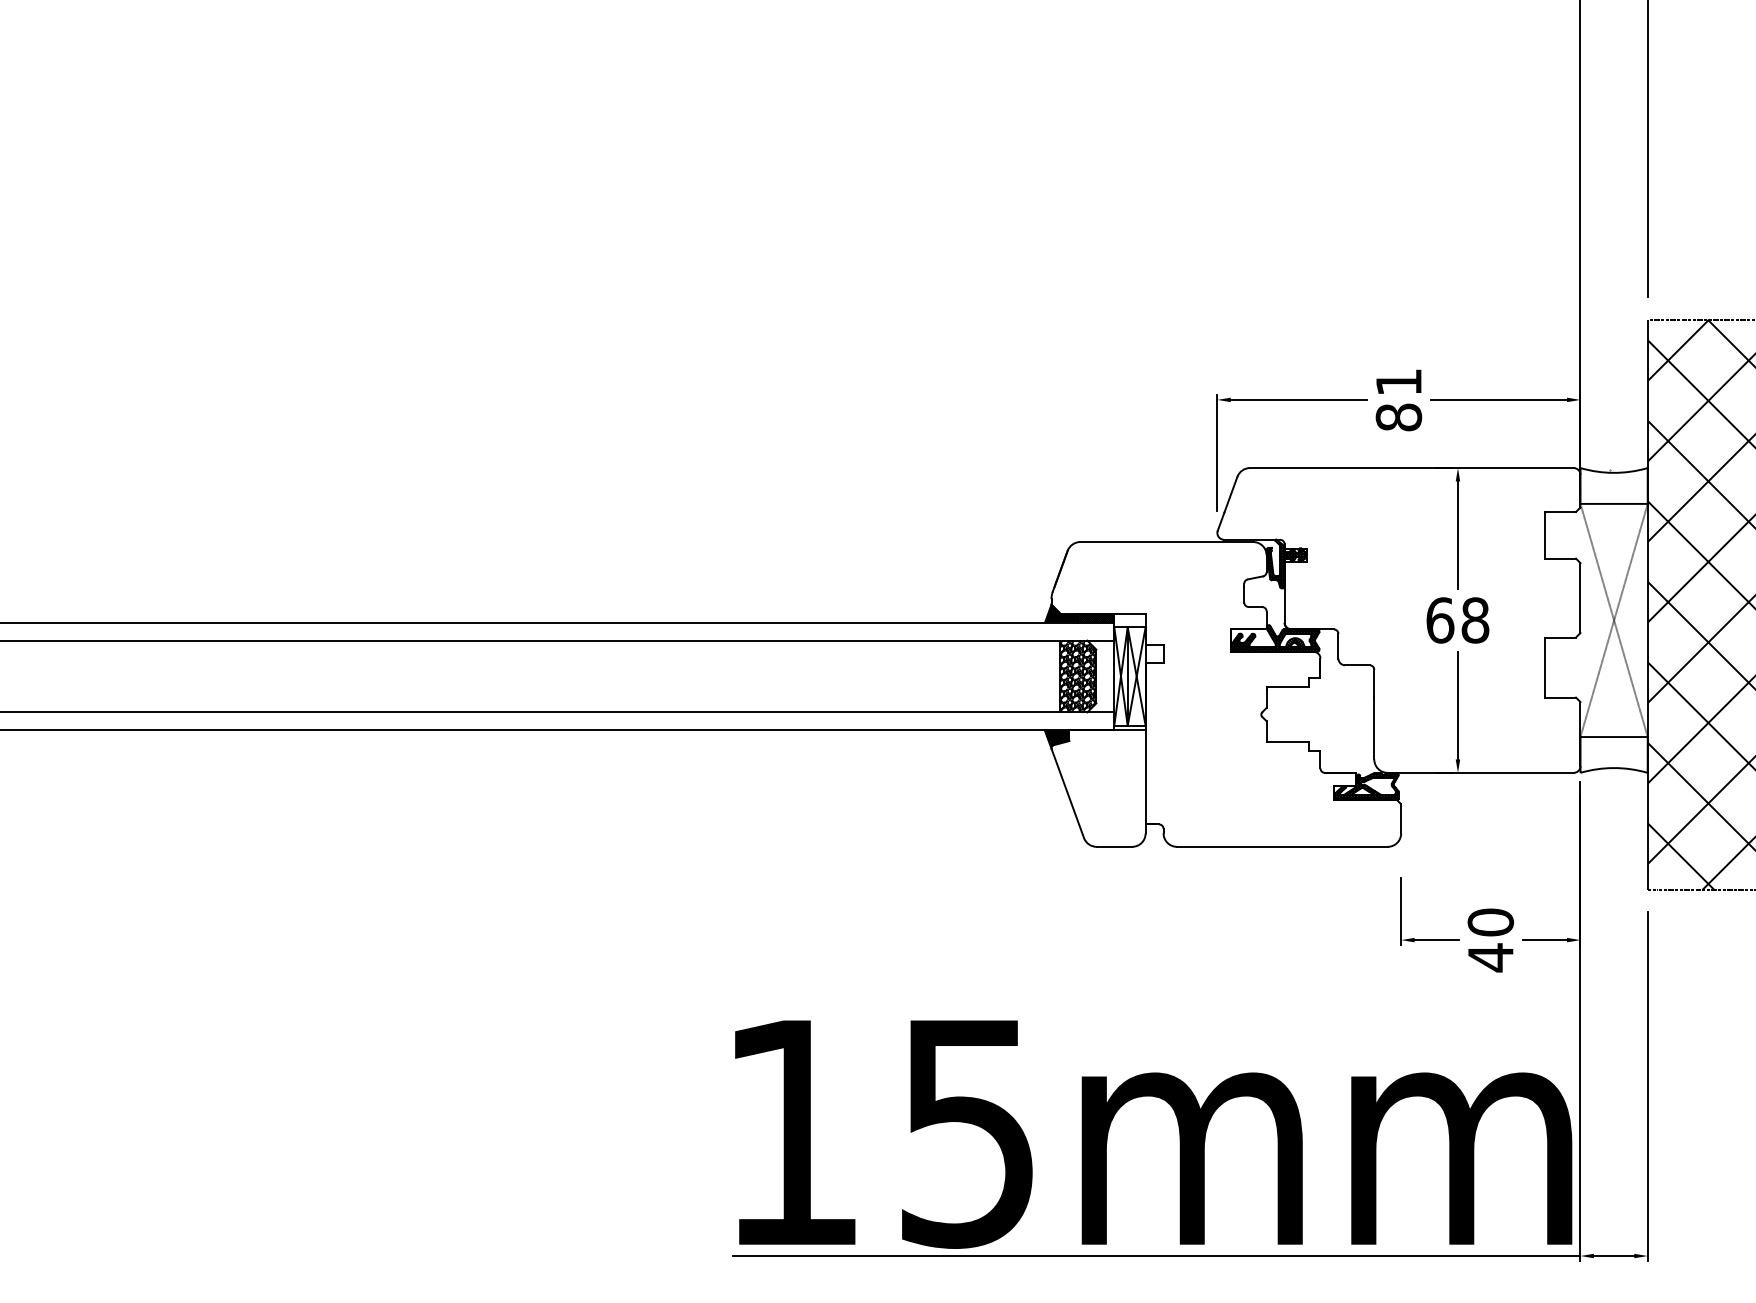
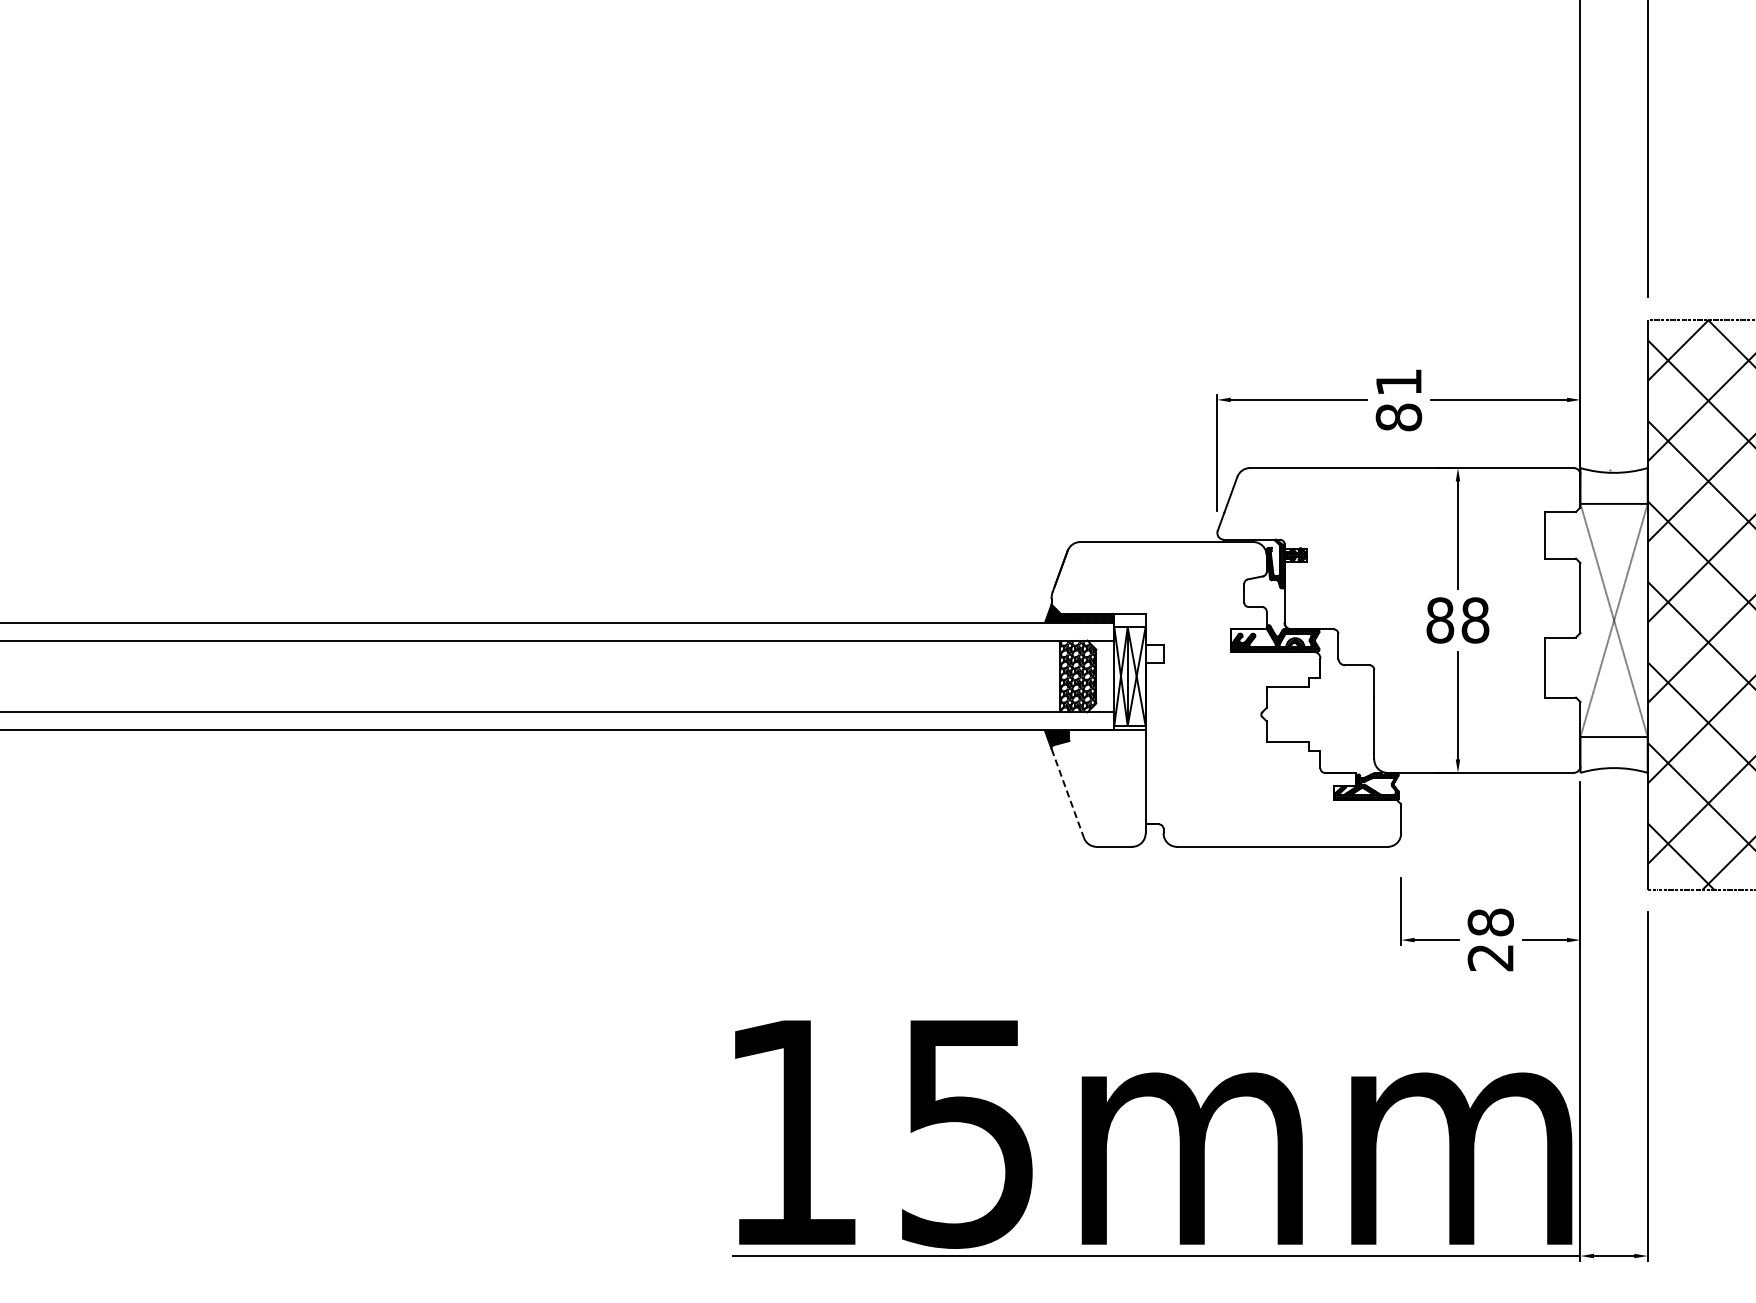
text at (1440, 620): 68 -> 88
line at (1068, 794): solid -> dashed
text at (1490, 940): 40 -> 28
